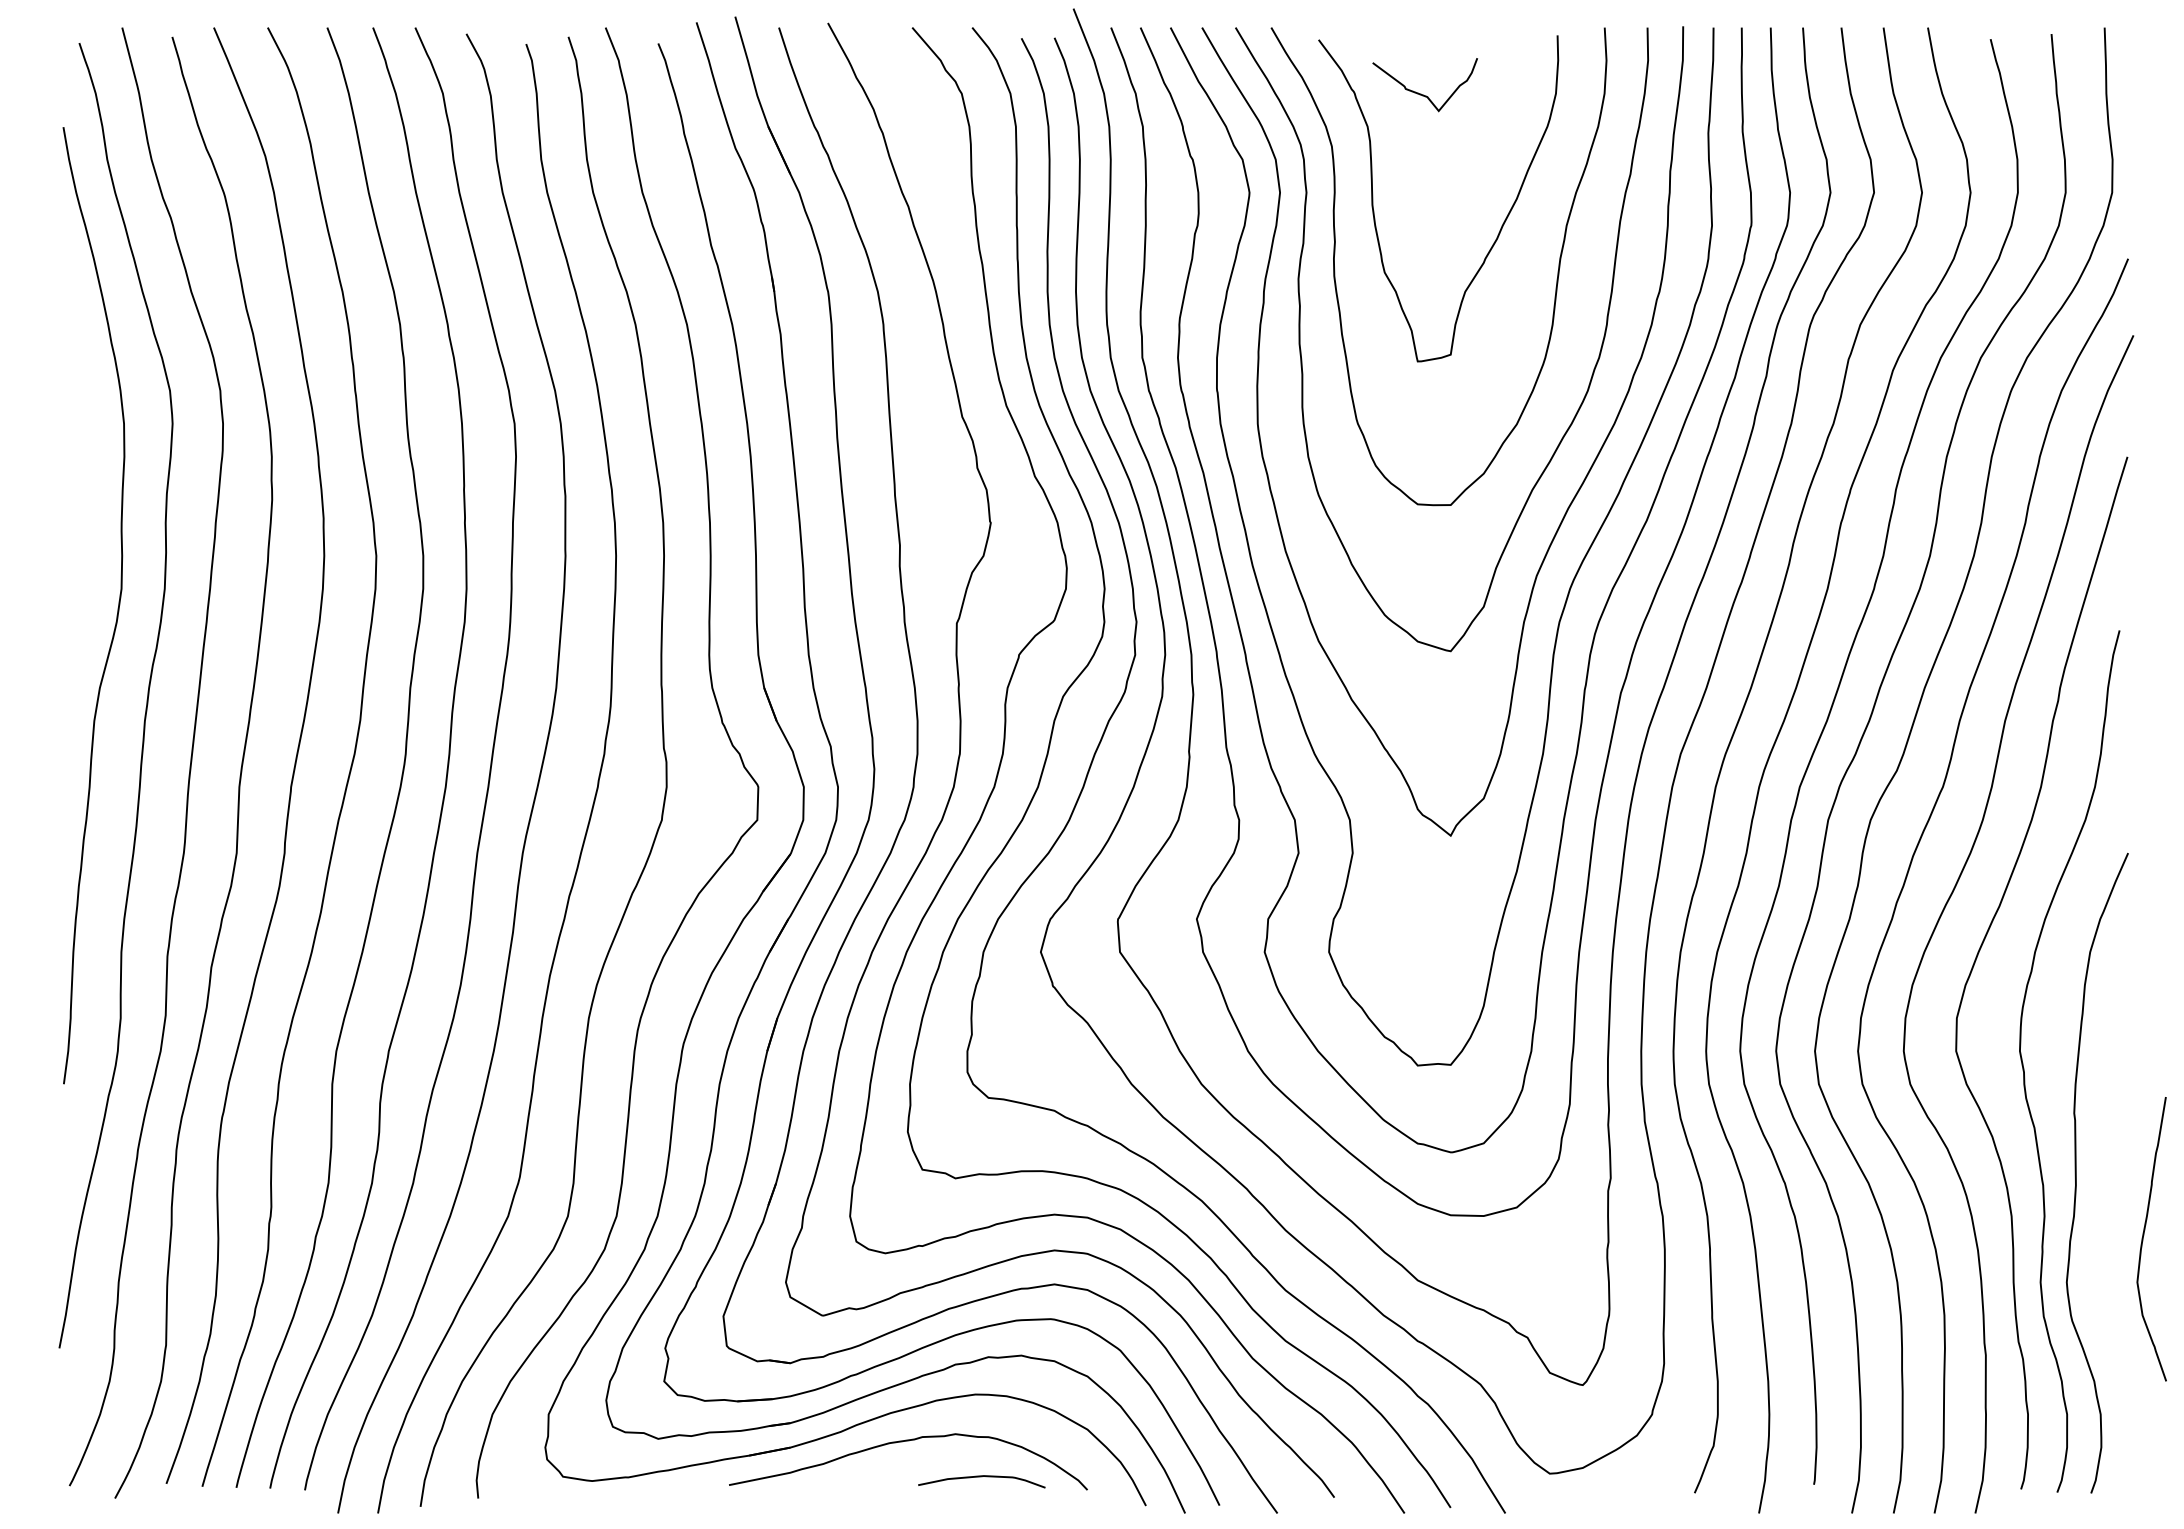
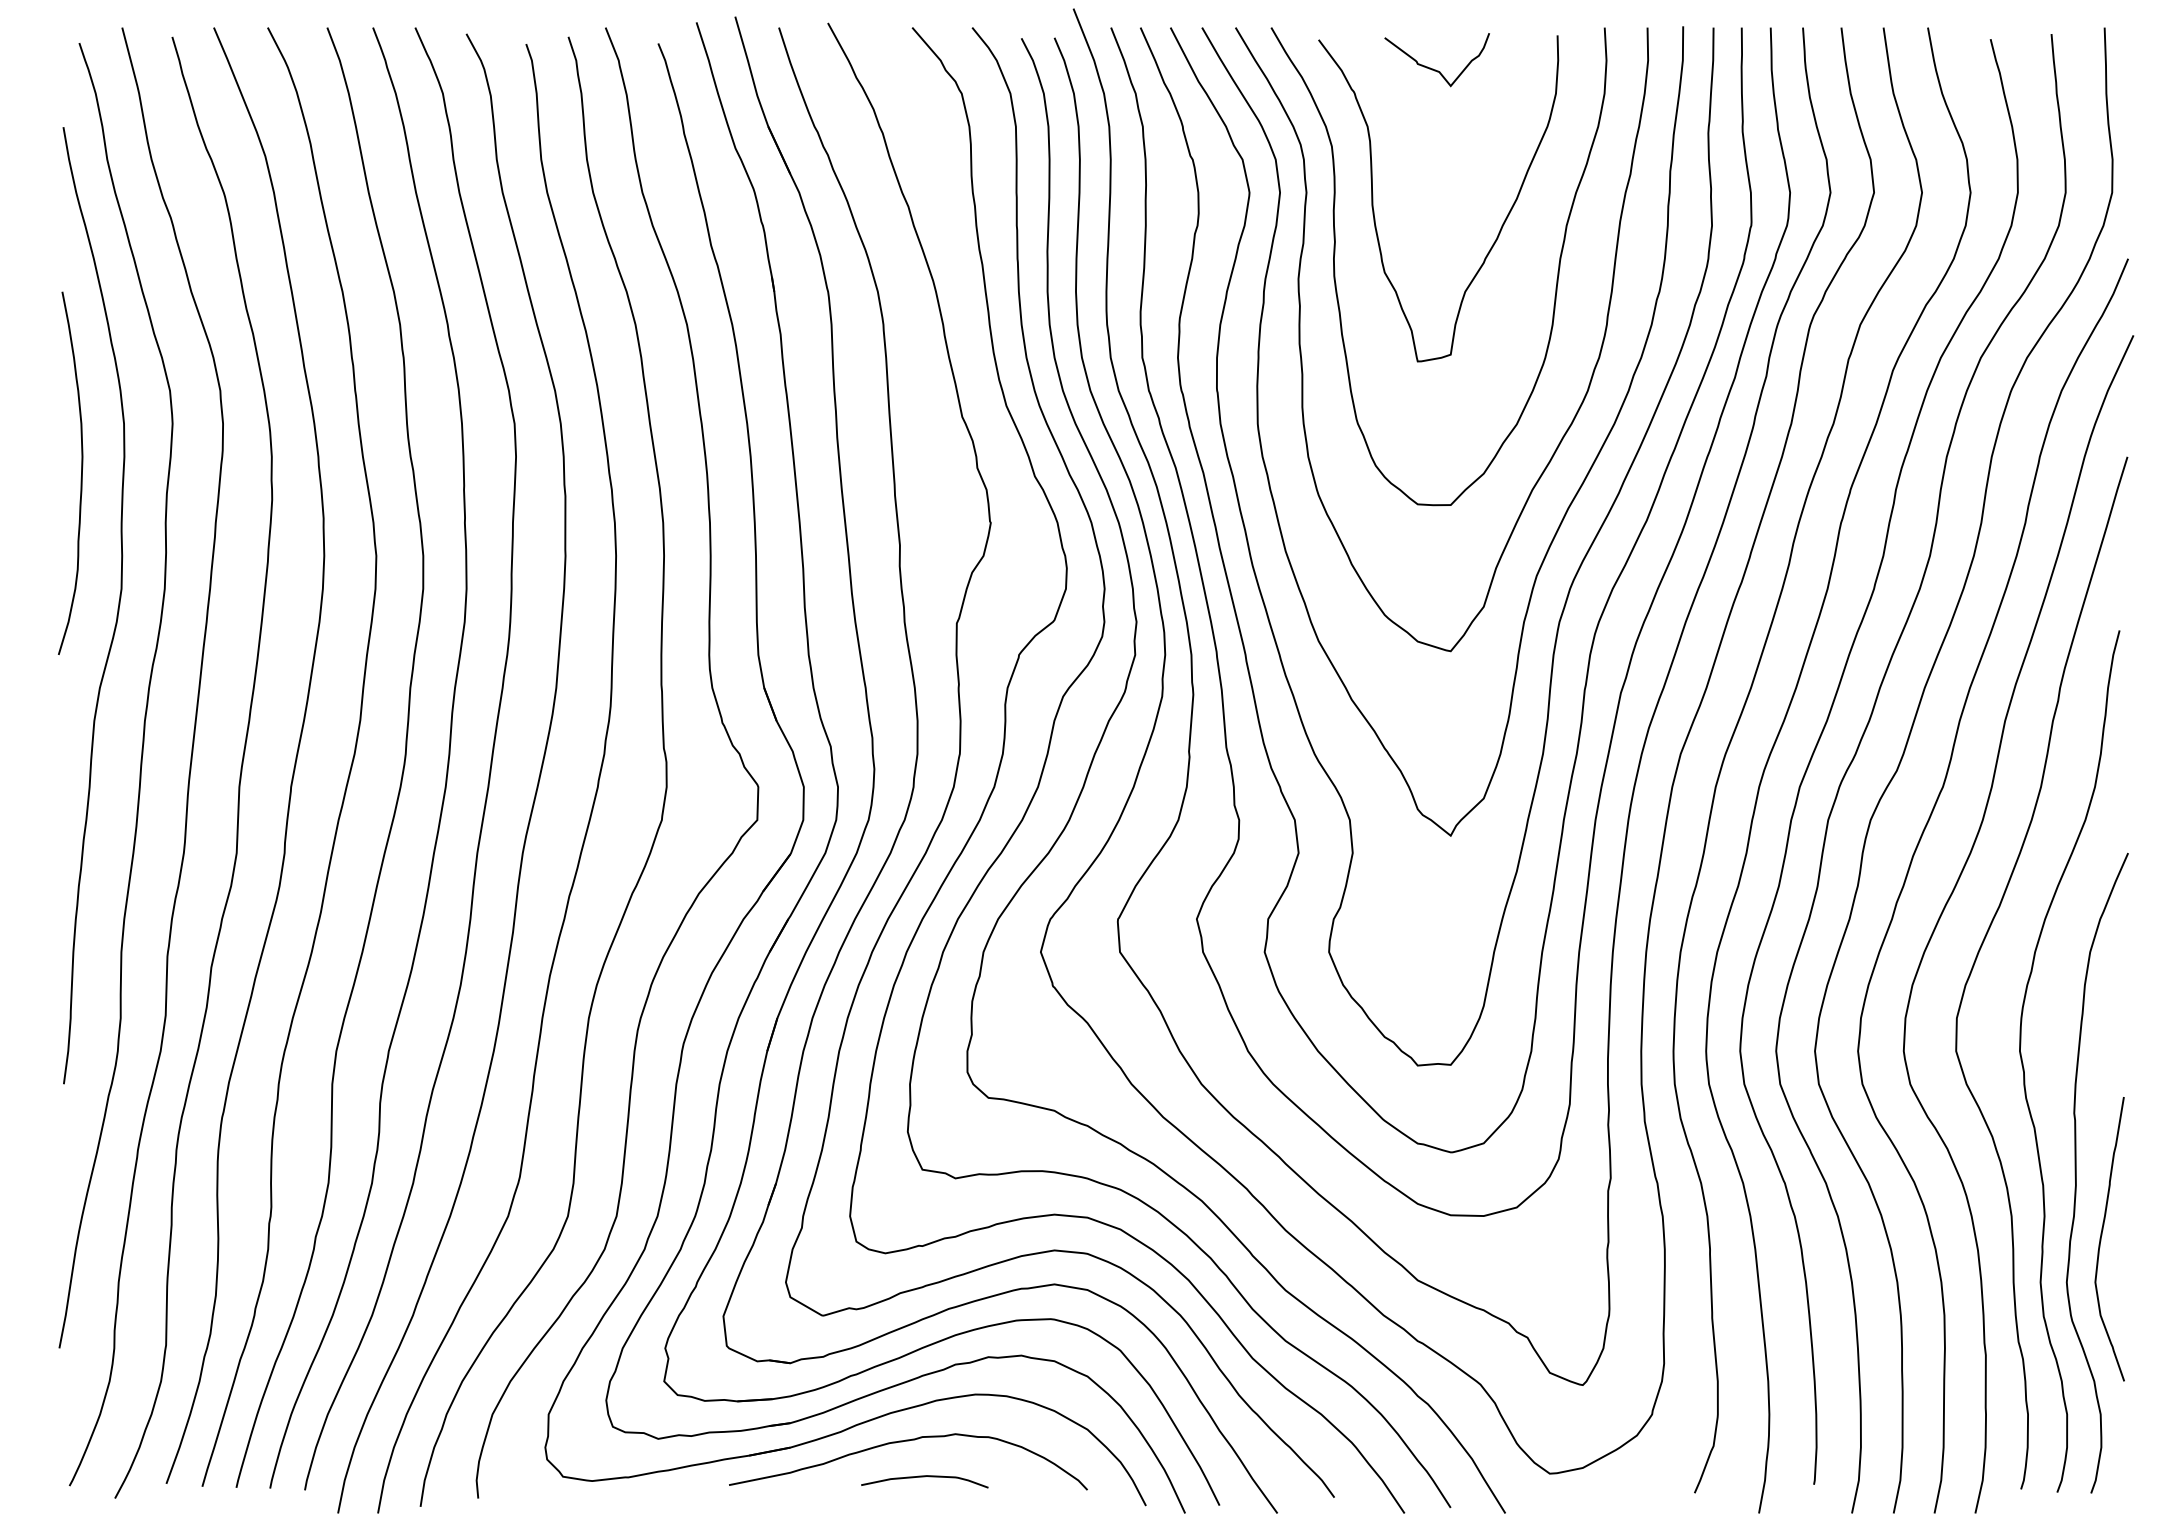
curve at (1421, 93) position: (1421, 93) -> (1433, 68)
curve at (81, 472): none -> present
curve at (2143, 1239) position: (2143, 1239) -> (2101, 1239)
curve at (981, 1477) position: (981, 1477) -> (924, 1477)
